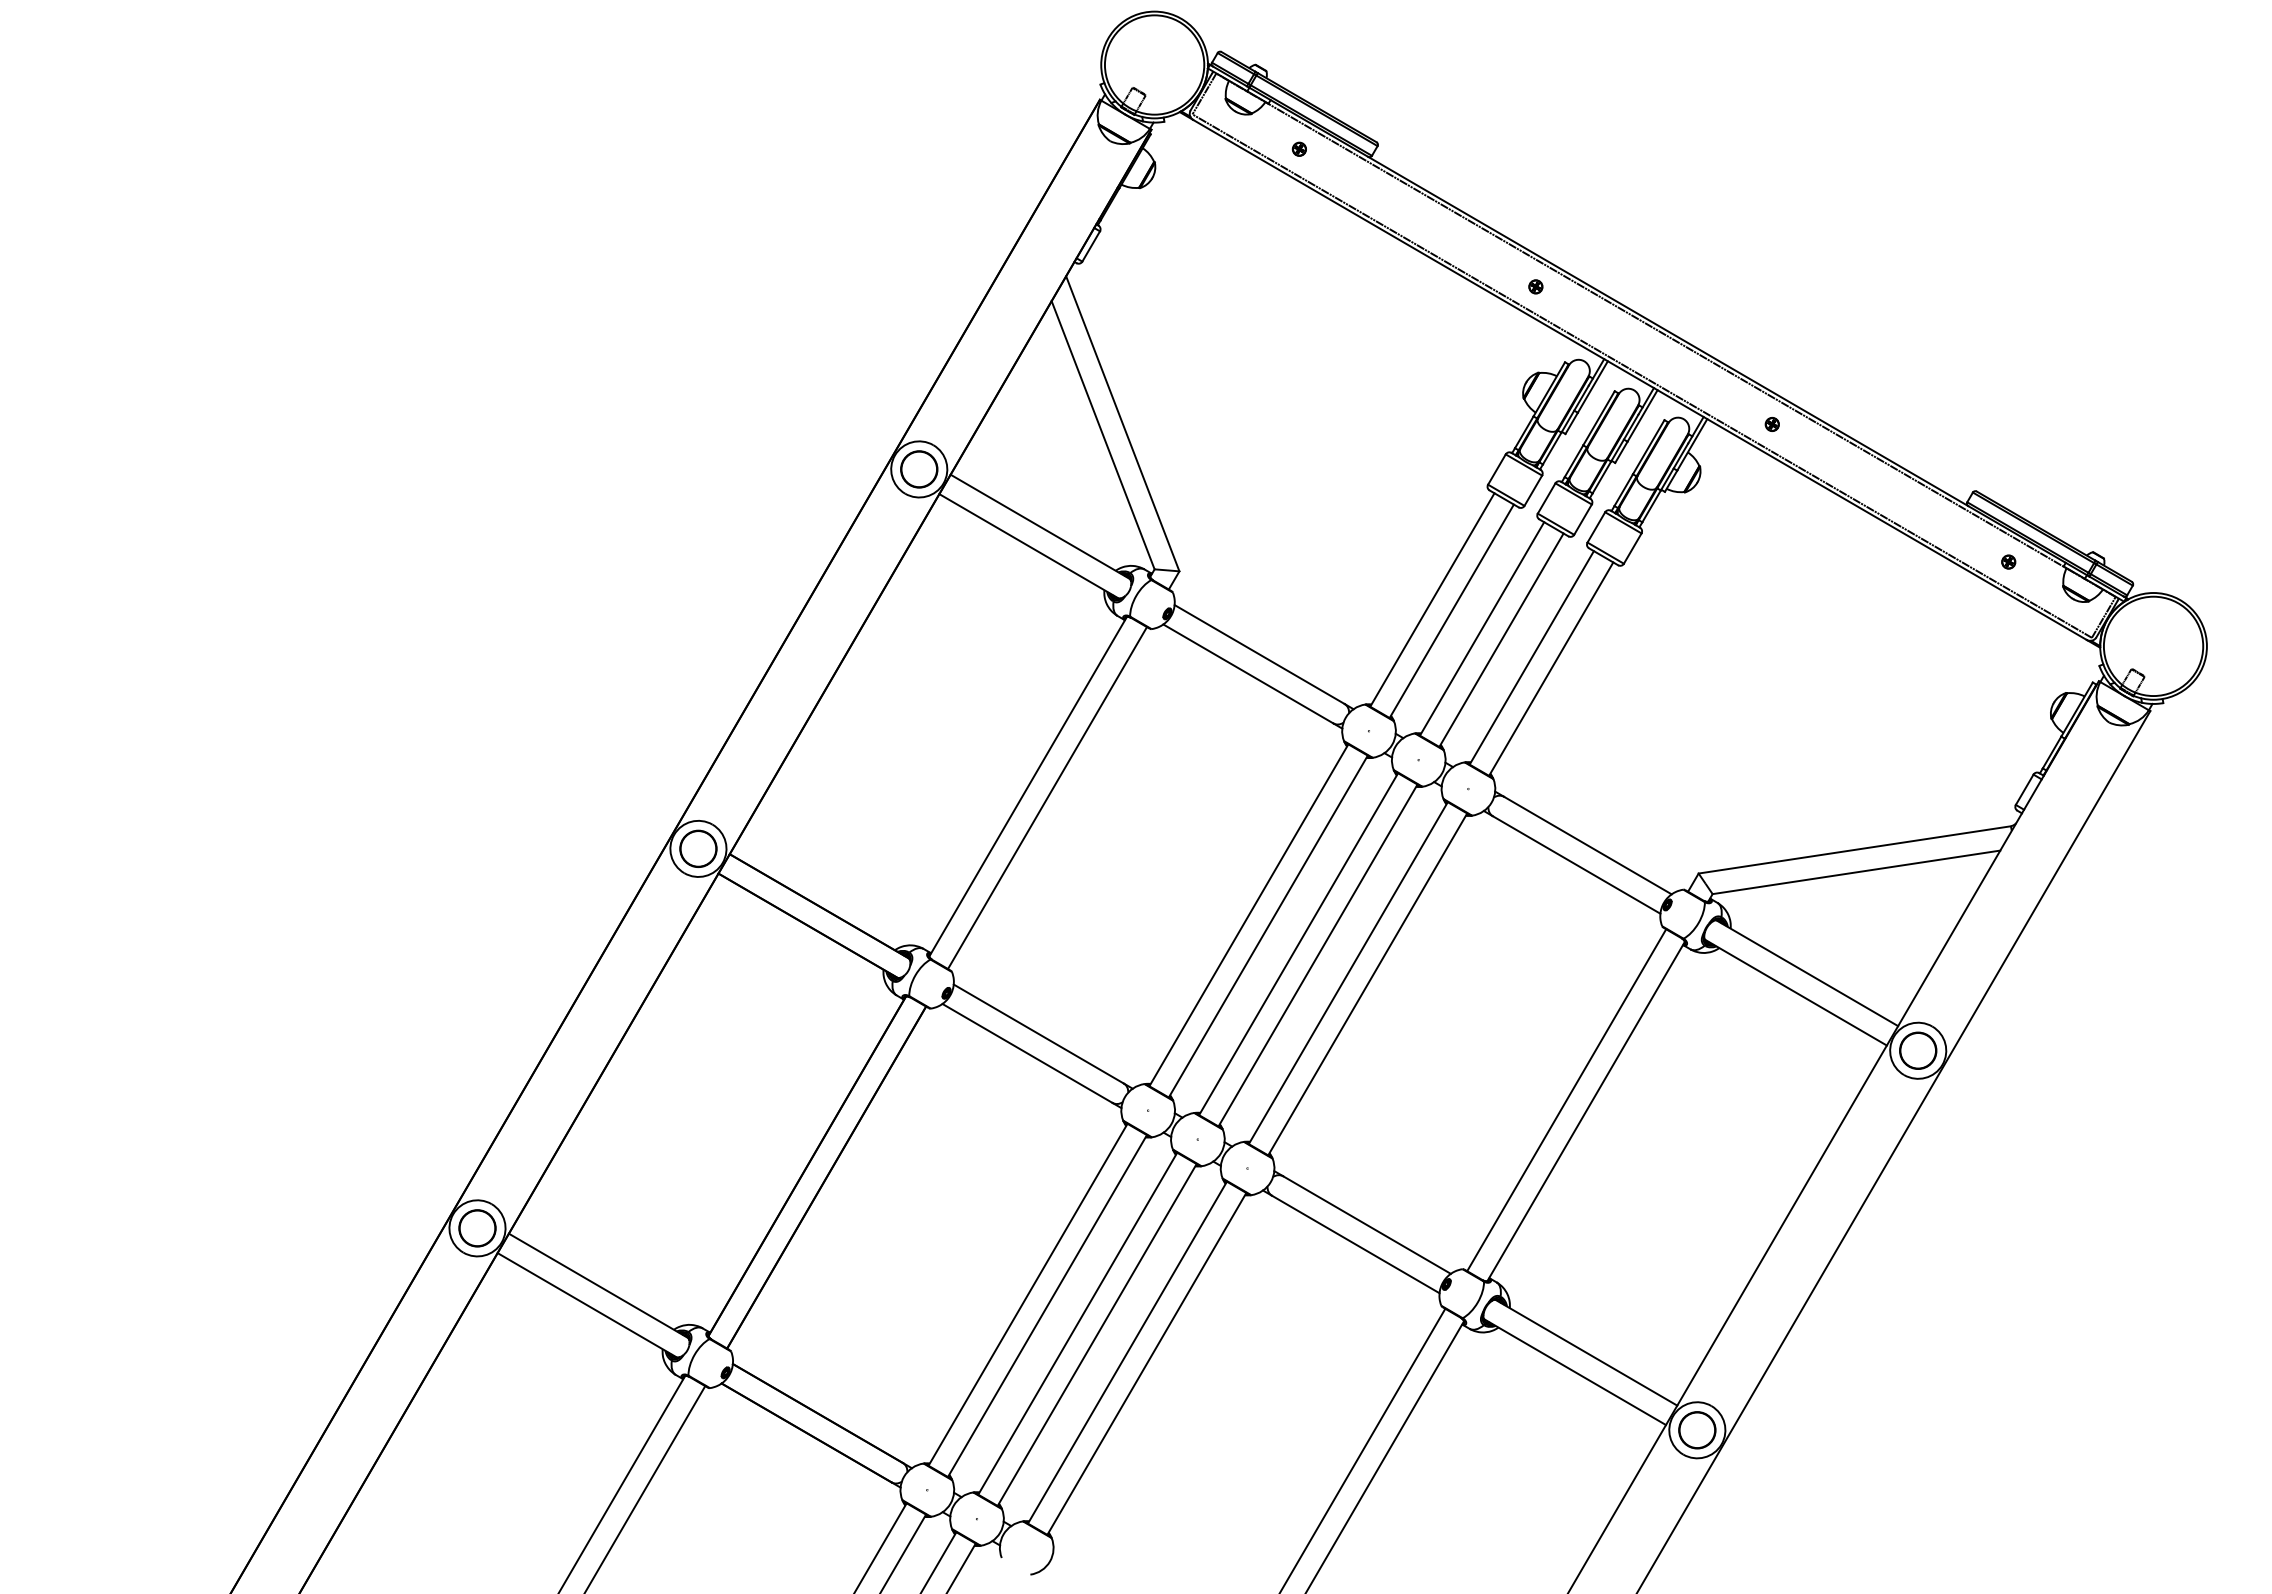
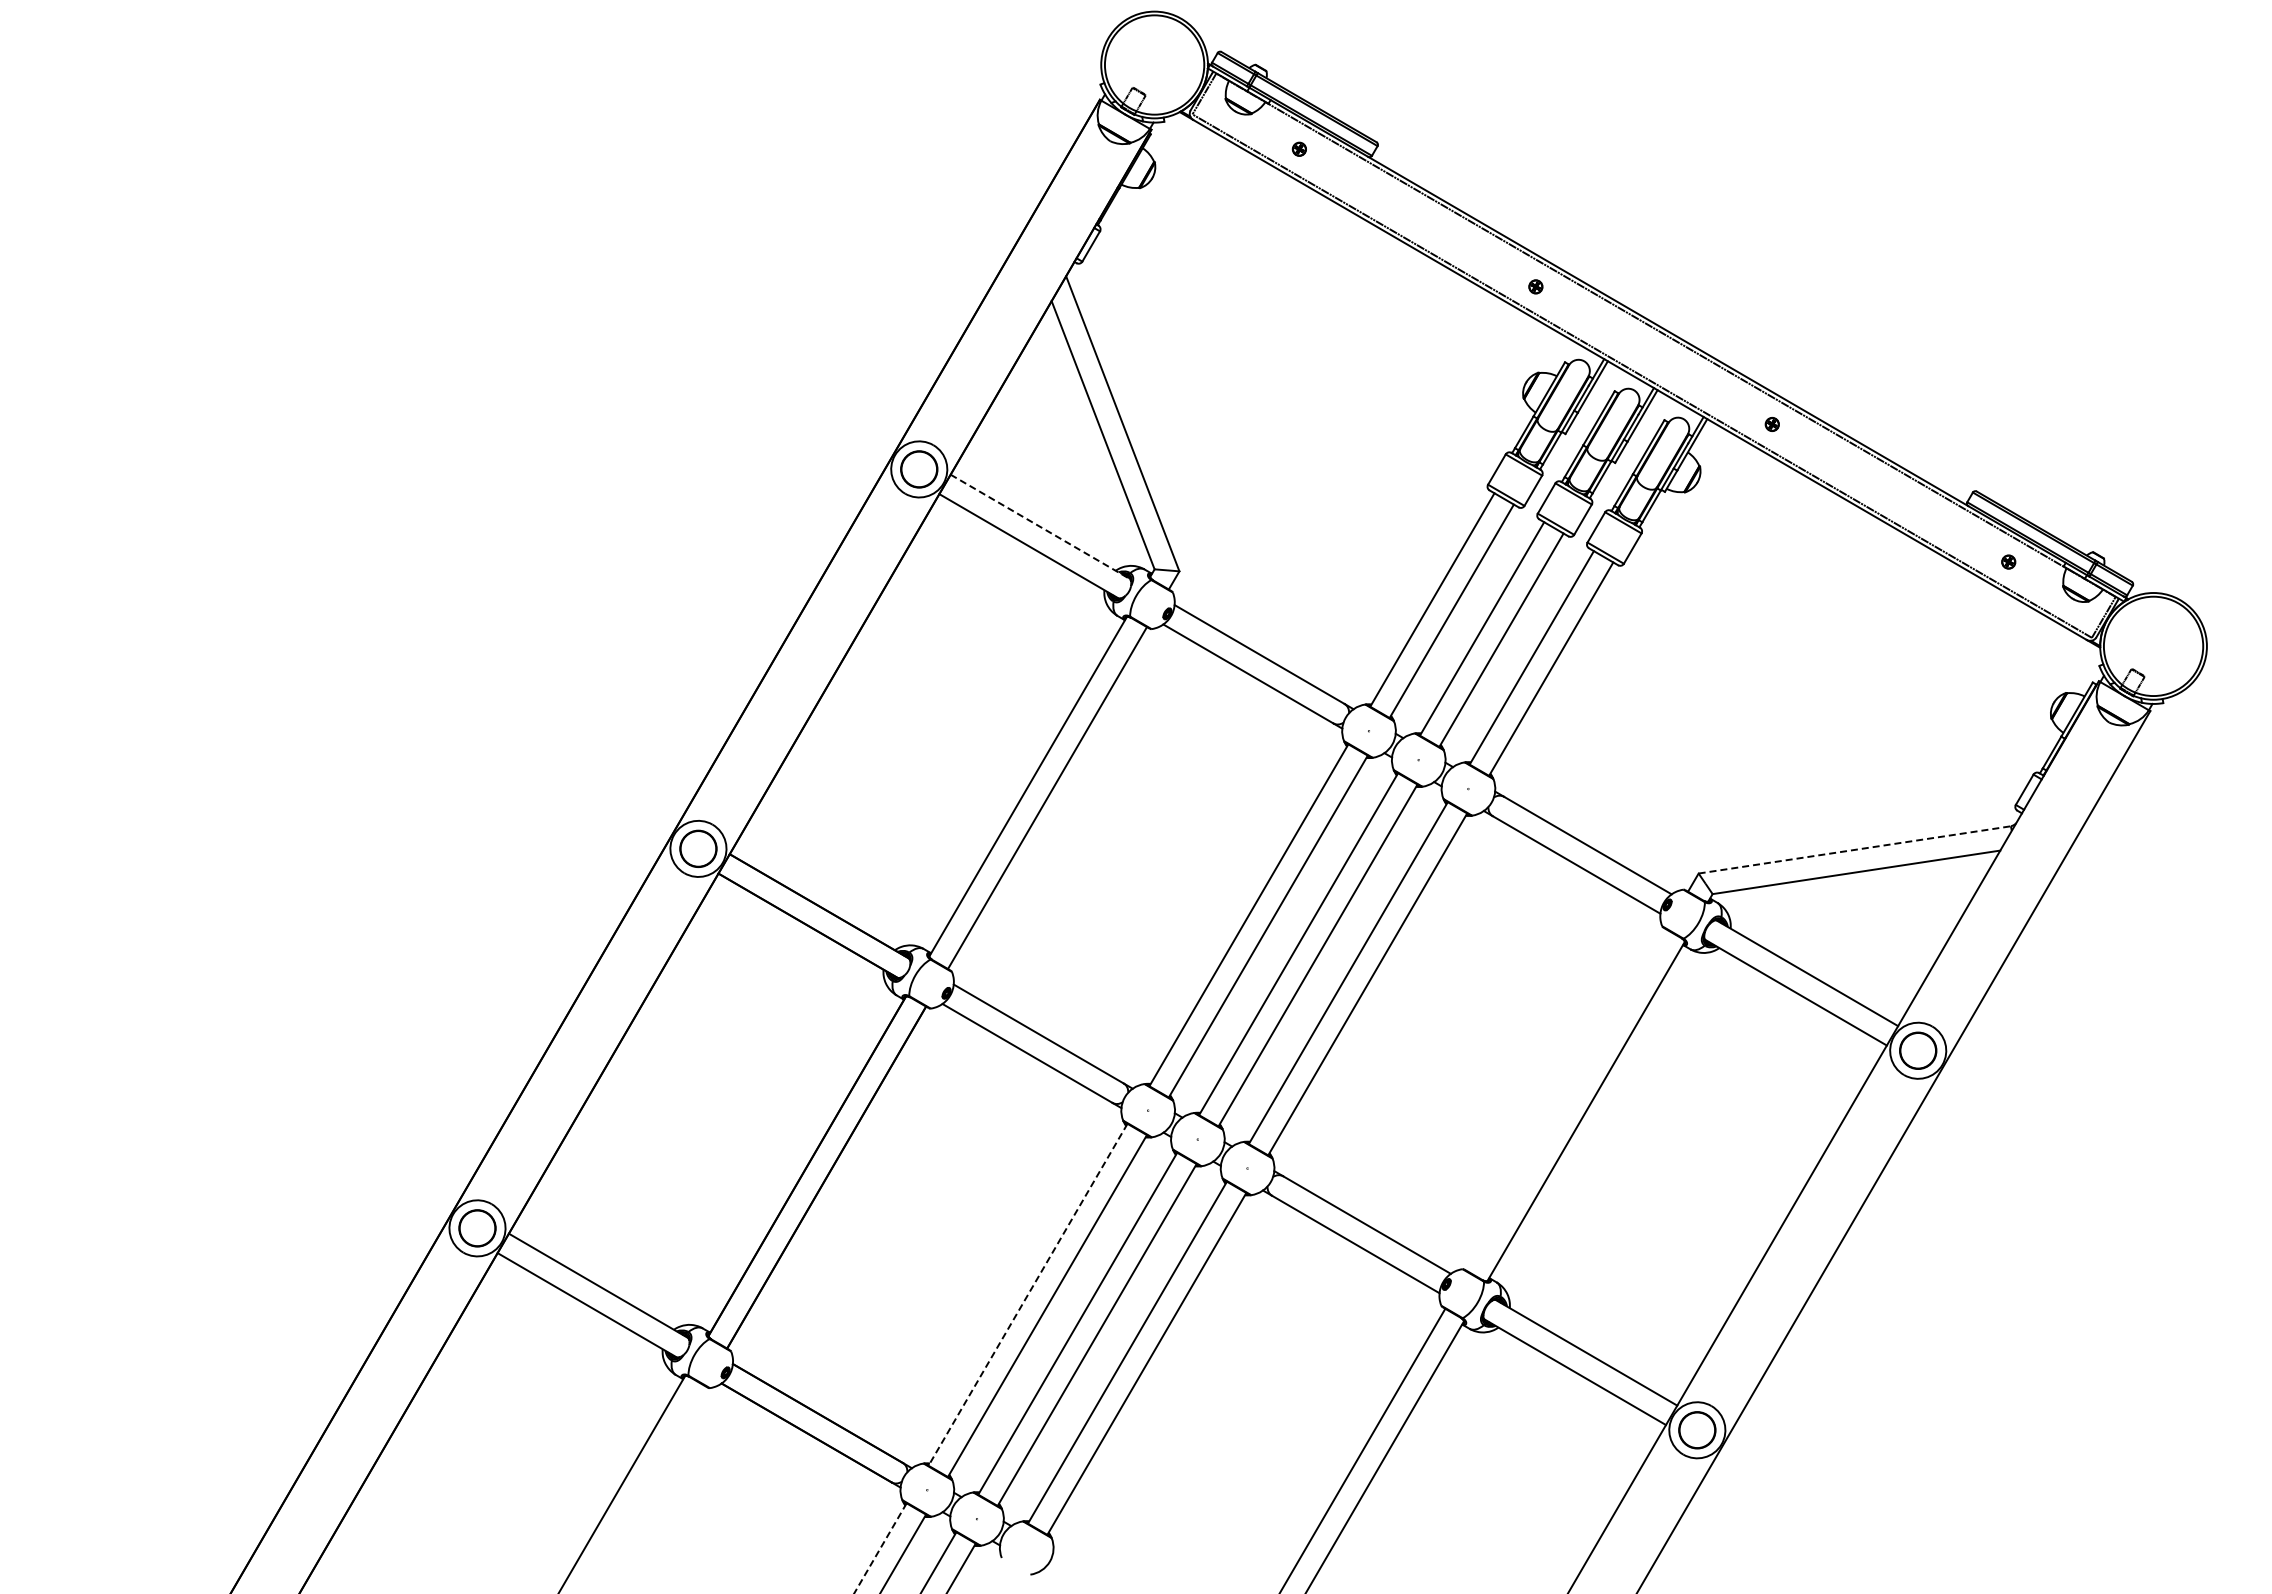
line at (1040, 526): solid -> dashed
line at (1854, 849): solid -> dashed
line at (1566, 1100): present -> none
line at (1028, 1294): solid -> dashed
line at (645, 1488): present -> none
line at (880, 1549): solid -> dashed
